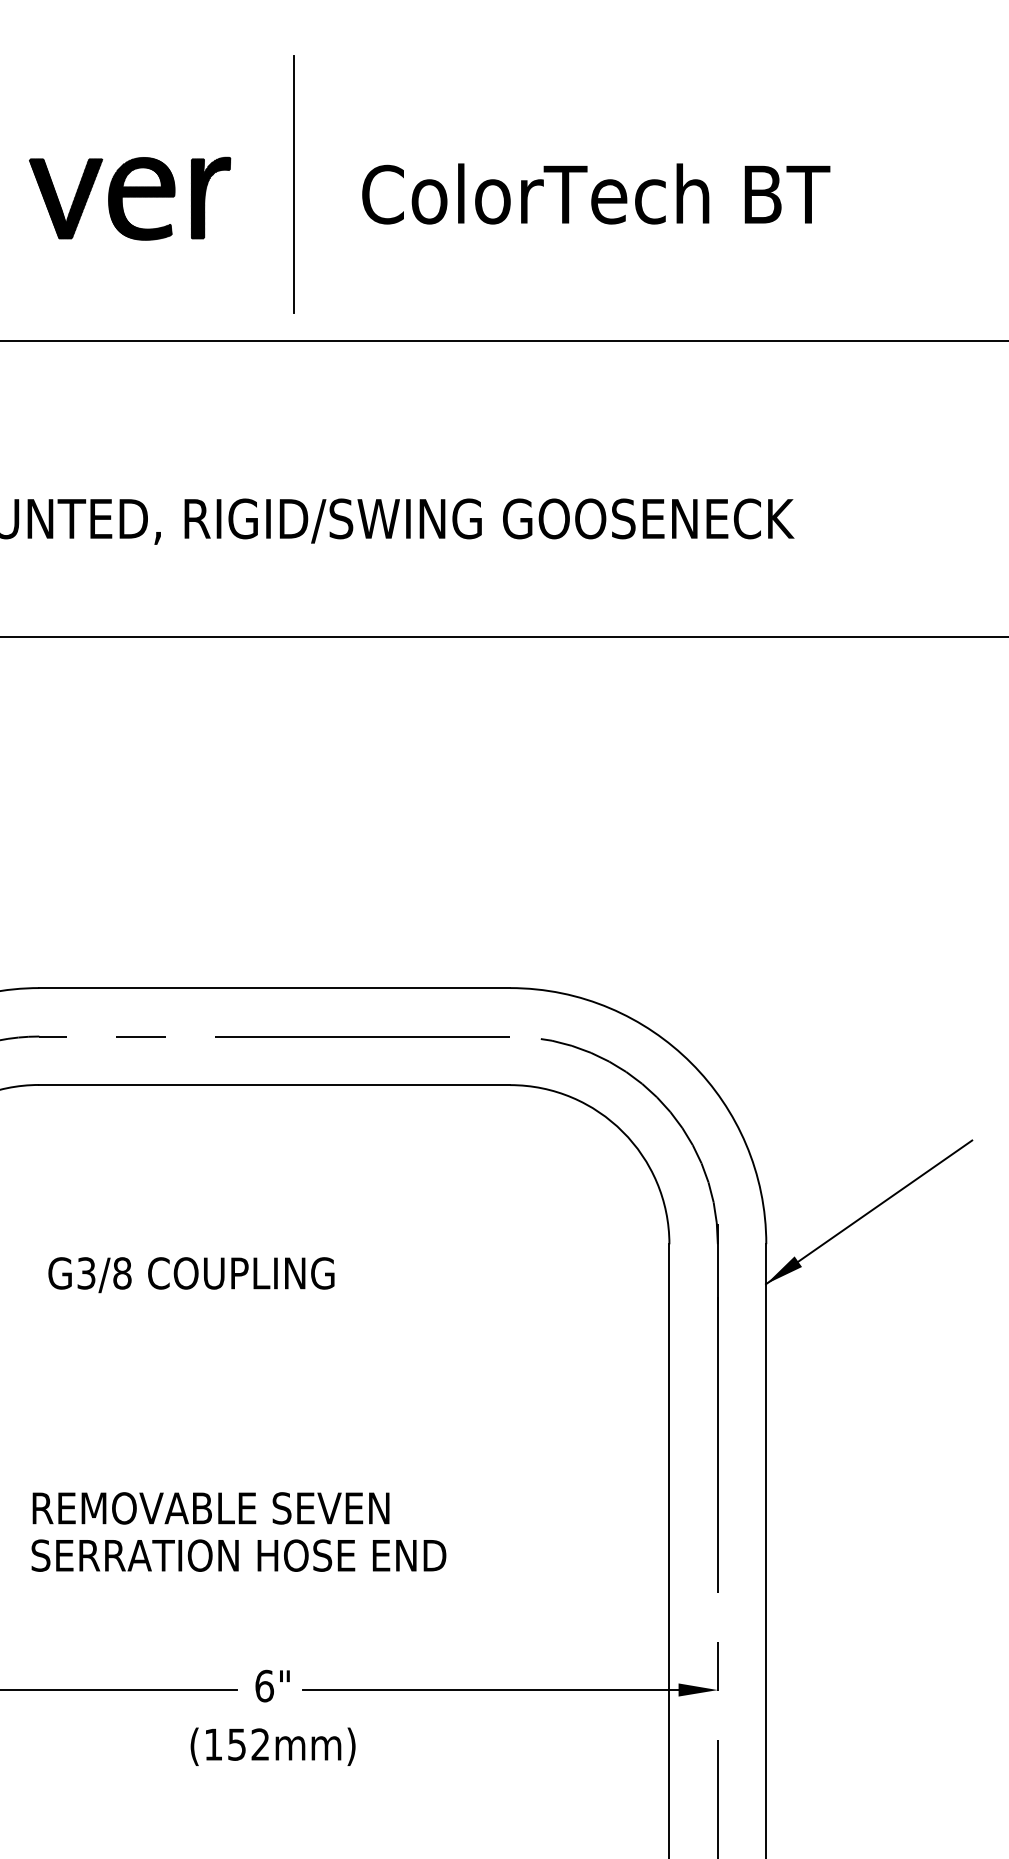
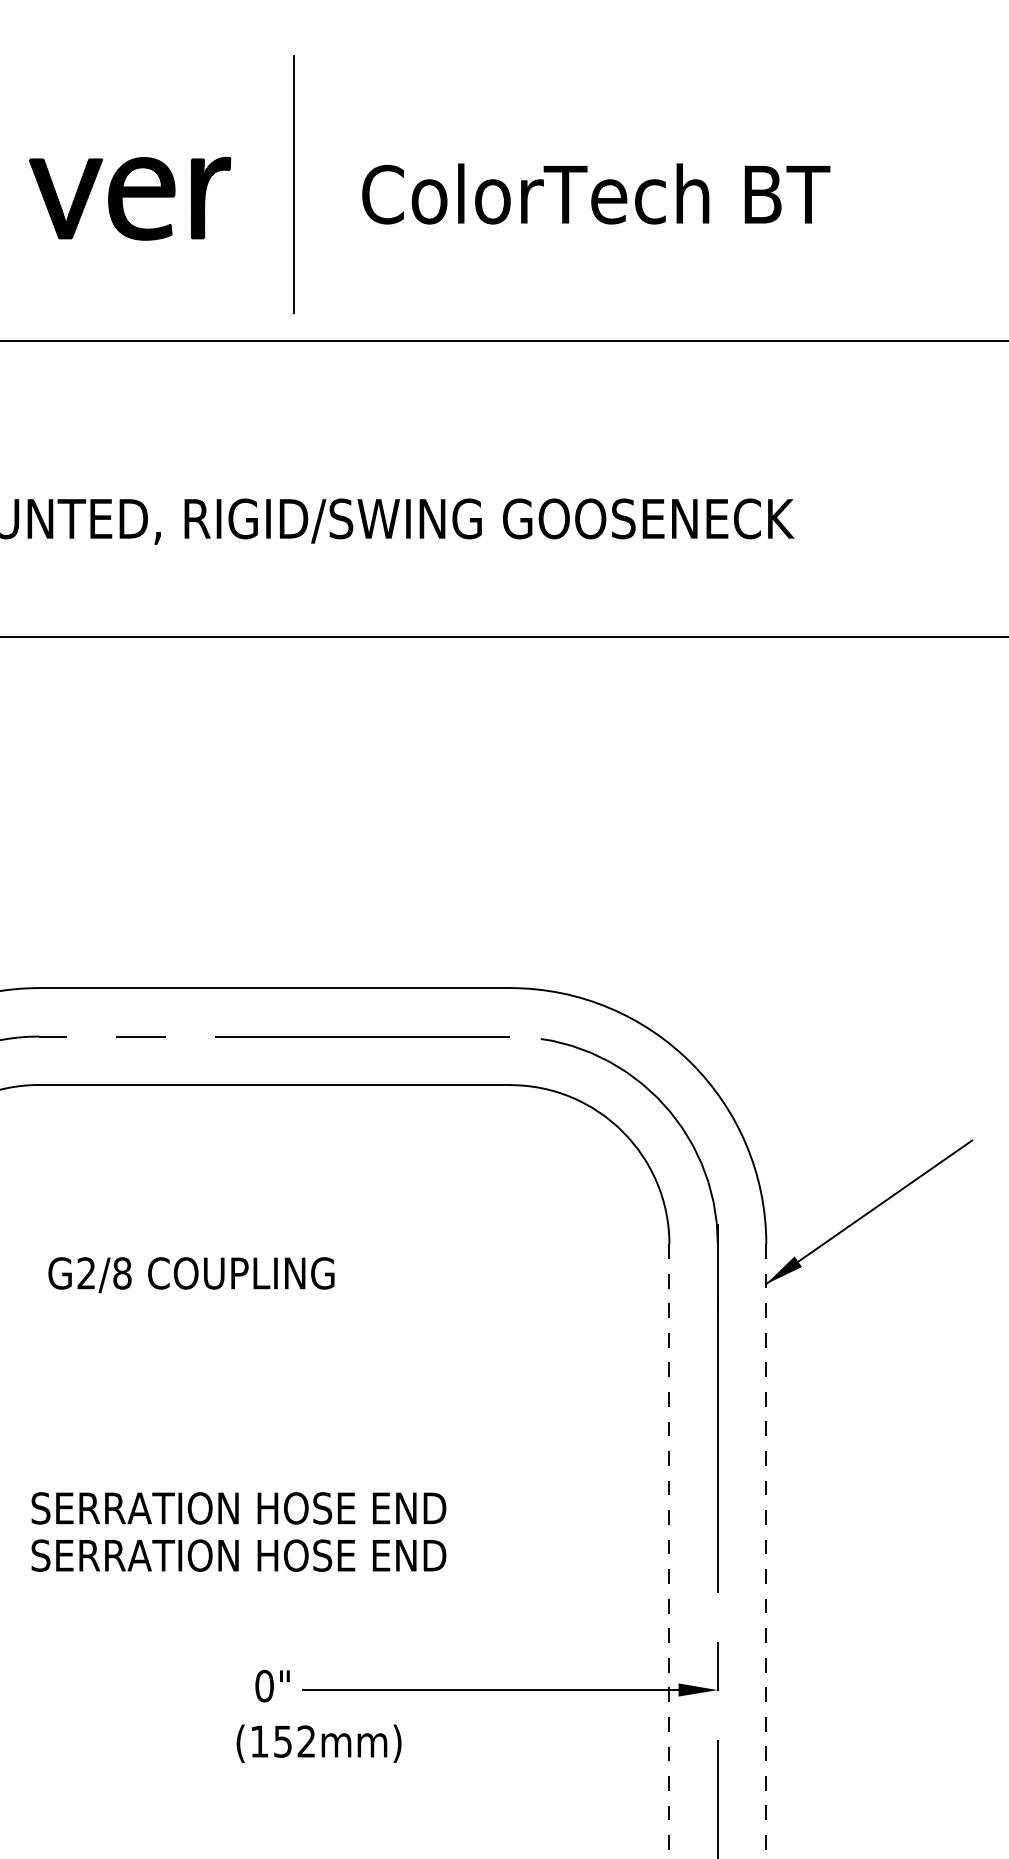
text at (86, 1273): G3/8 -> G2/8
text at (238, 1508): REMOVABLE SEVEN -> SERRATION HOSE END
line at (669, 1552): solid -> dashed
line at (766, 1552): solid -> dashed
text at (264, 1685): 6" -> 0"
line at (119, 1690): present -> none
text at (272, 1746) position: (272, 1746) -> (318, 1743)
